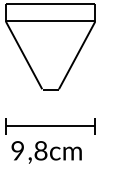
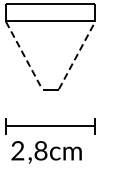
line at (24, 55): solid -> dashed
line at (77, 55): solid -> dashed
text at (17, 151): 9 -> 2
